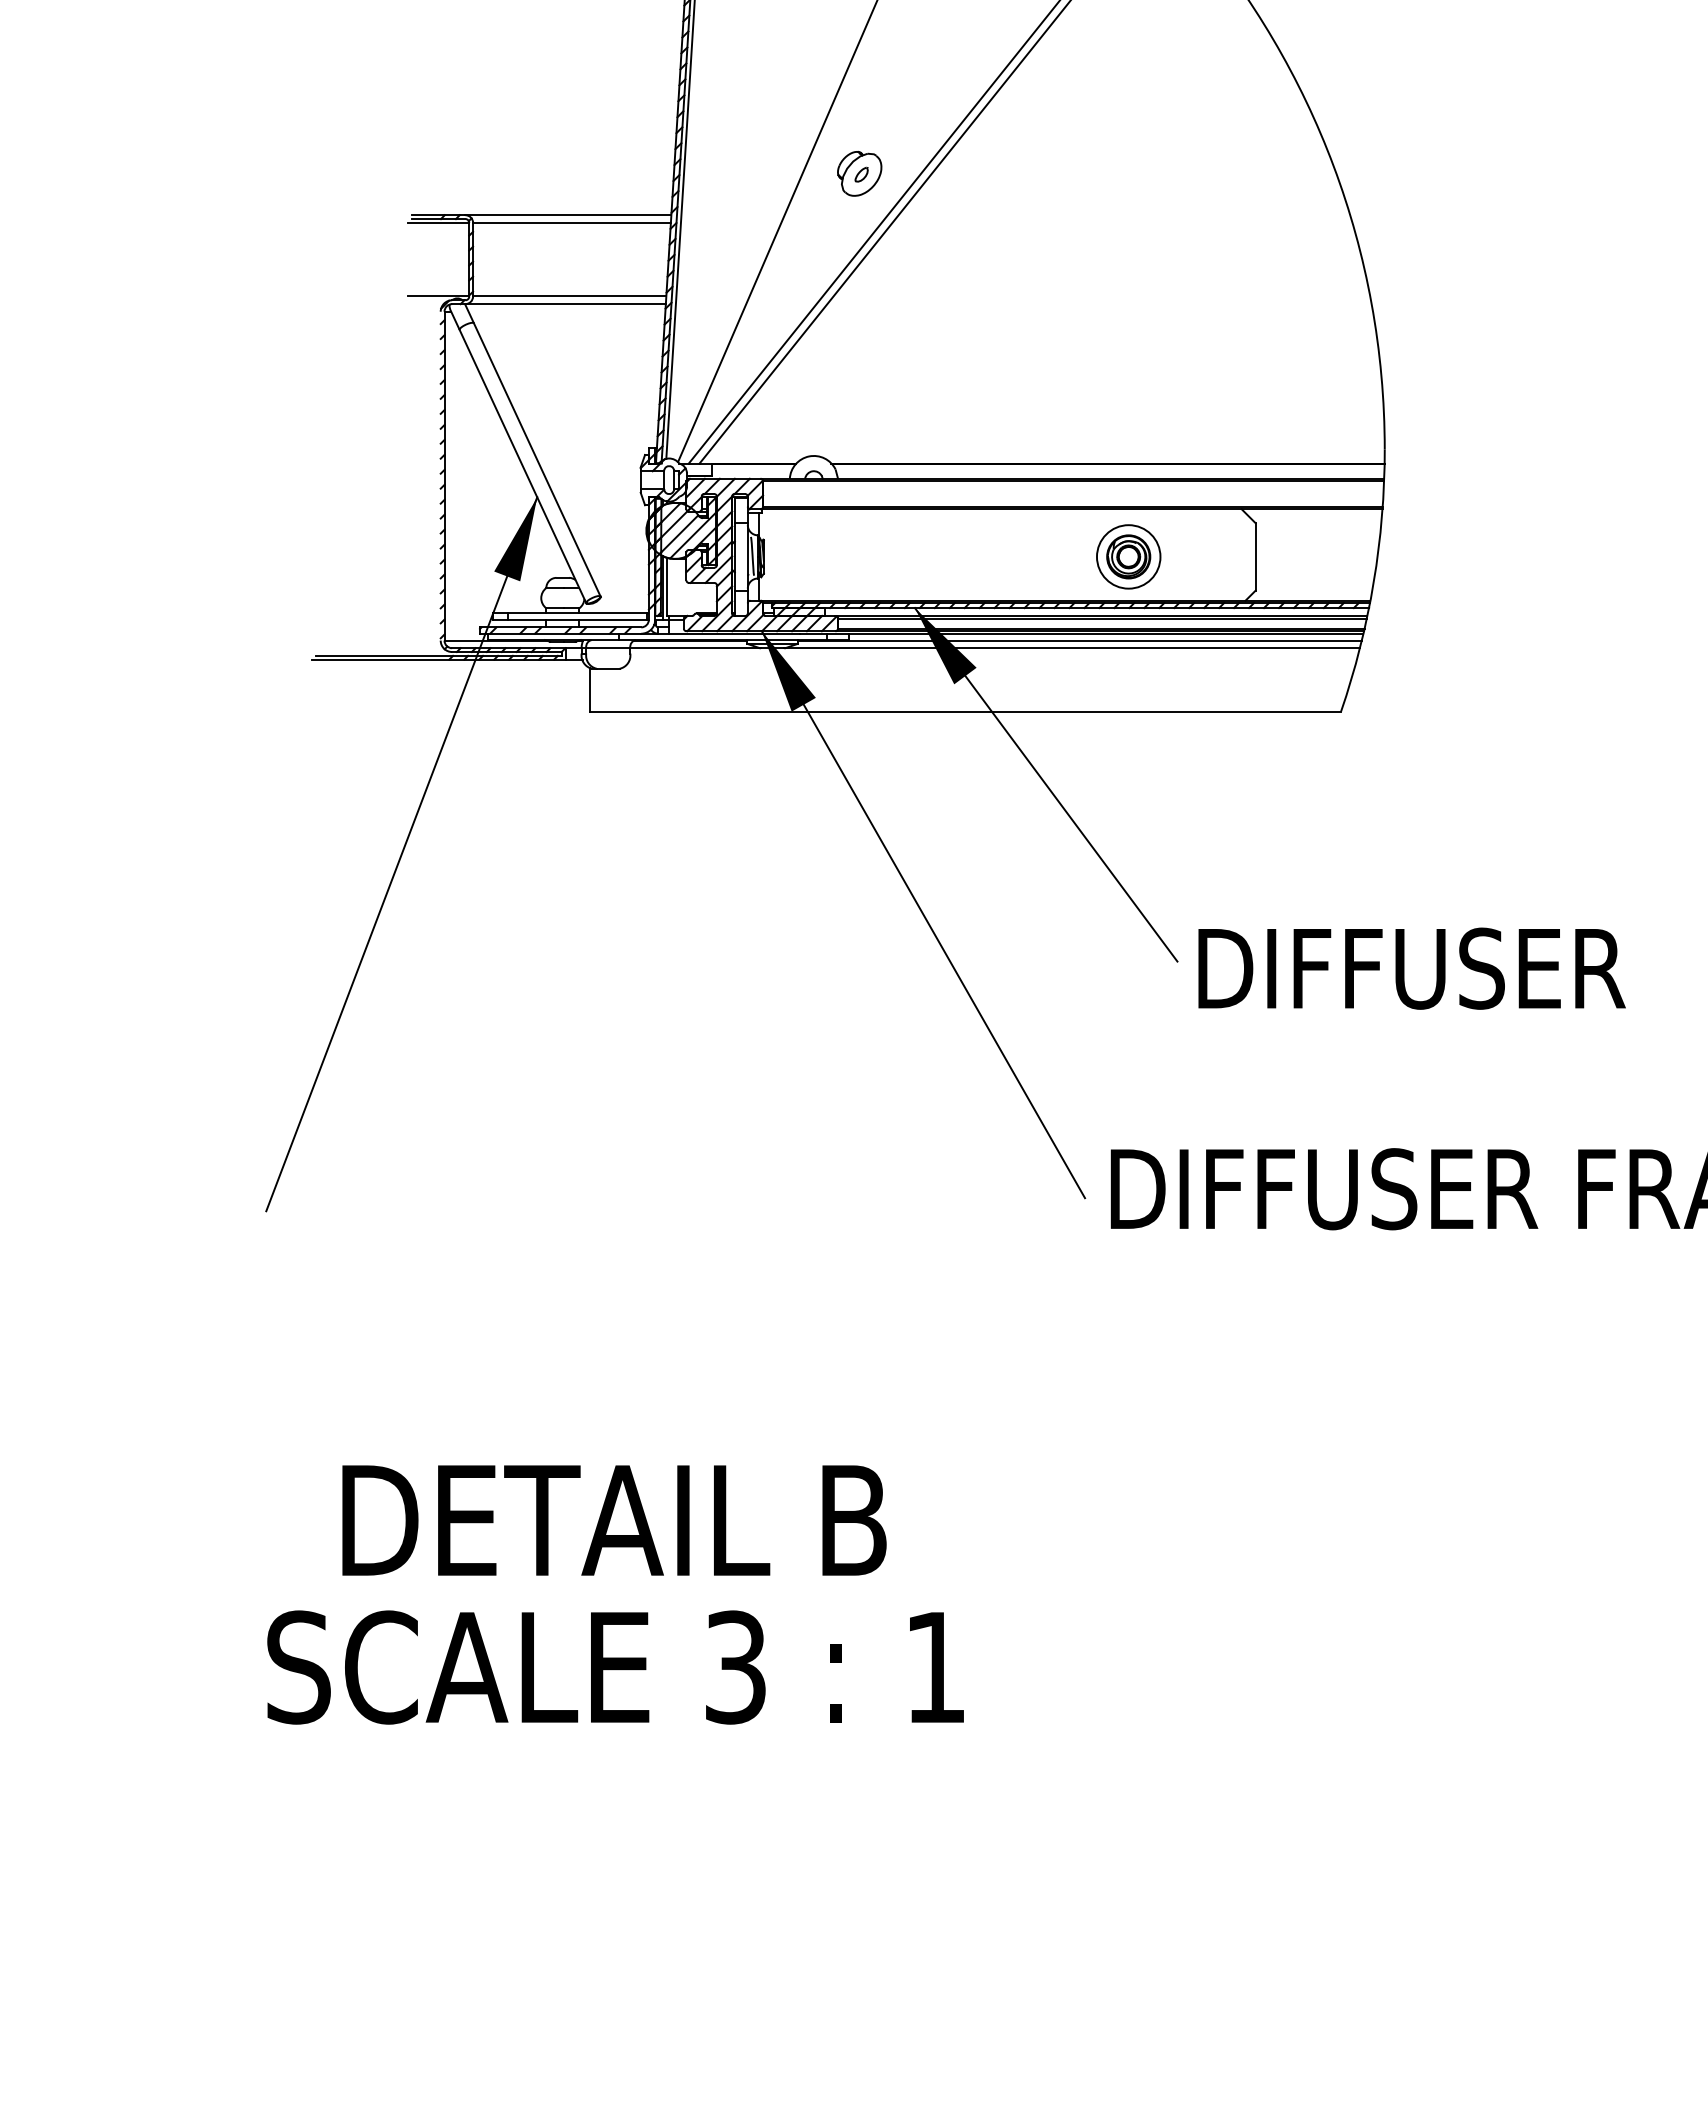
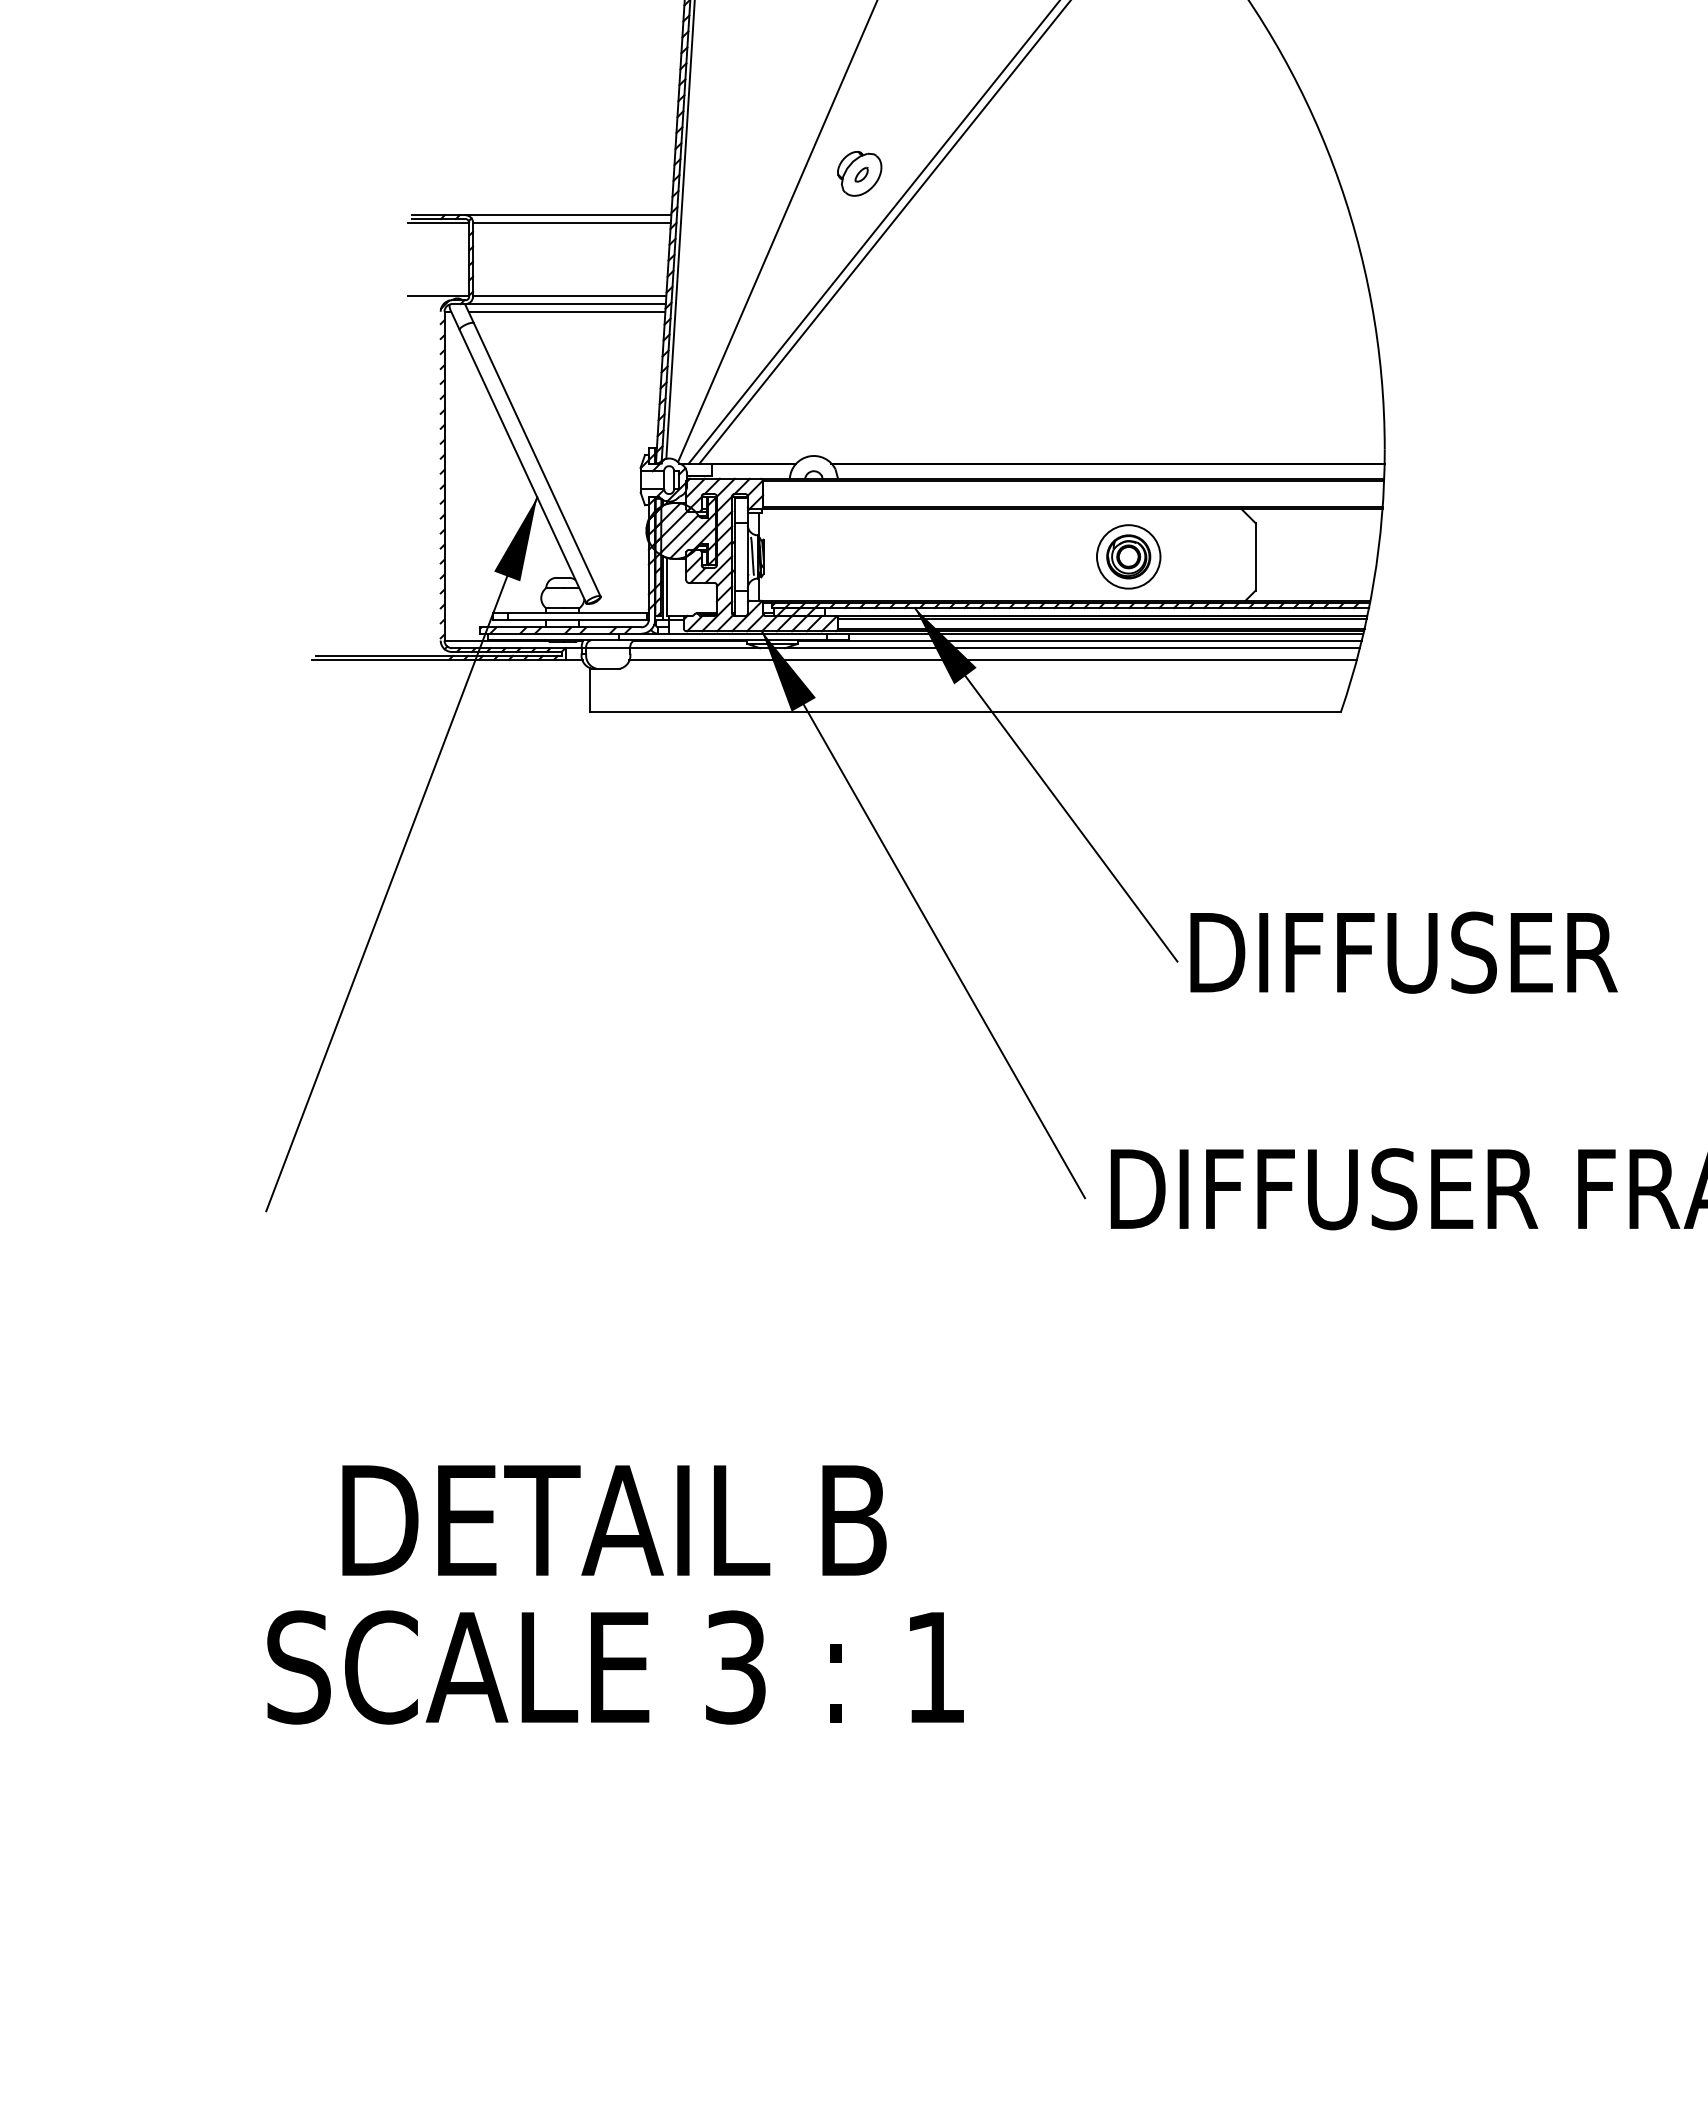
line at (566, 311): none -> present
line at (992, 659): none -> present
text at (1411, 968) position: (1411, 968) -> (1403, 952)
